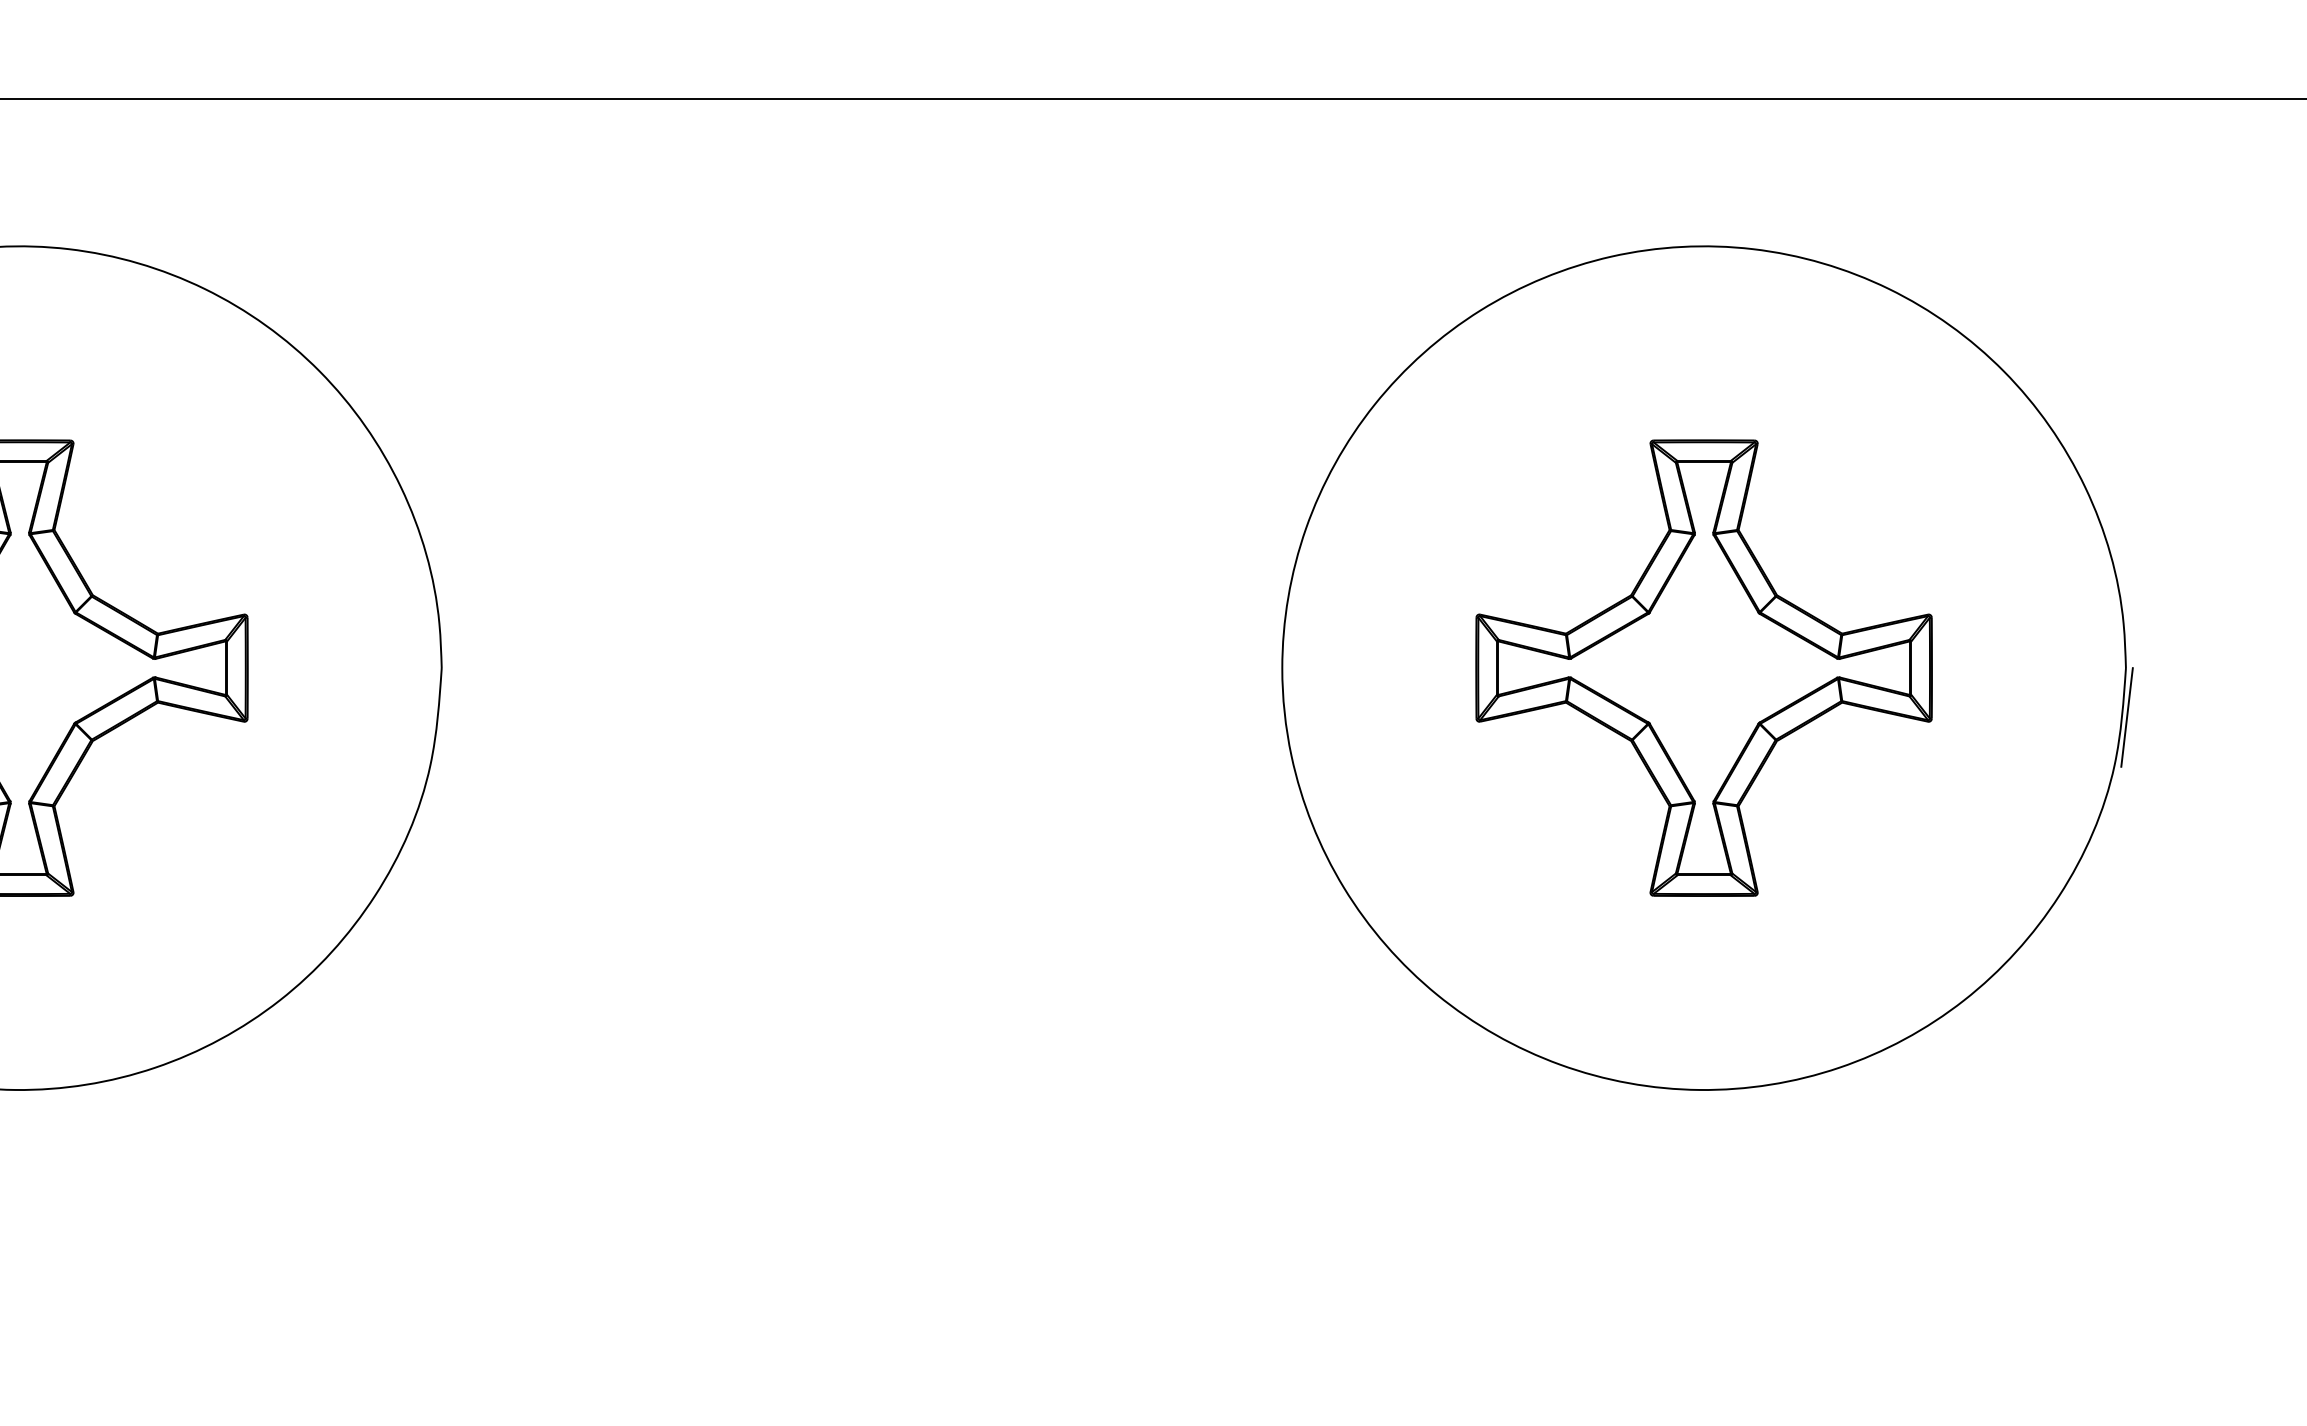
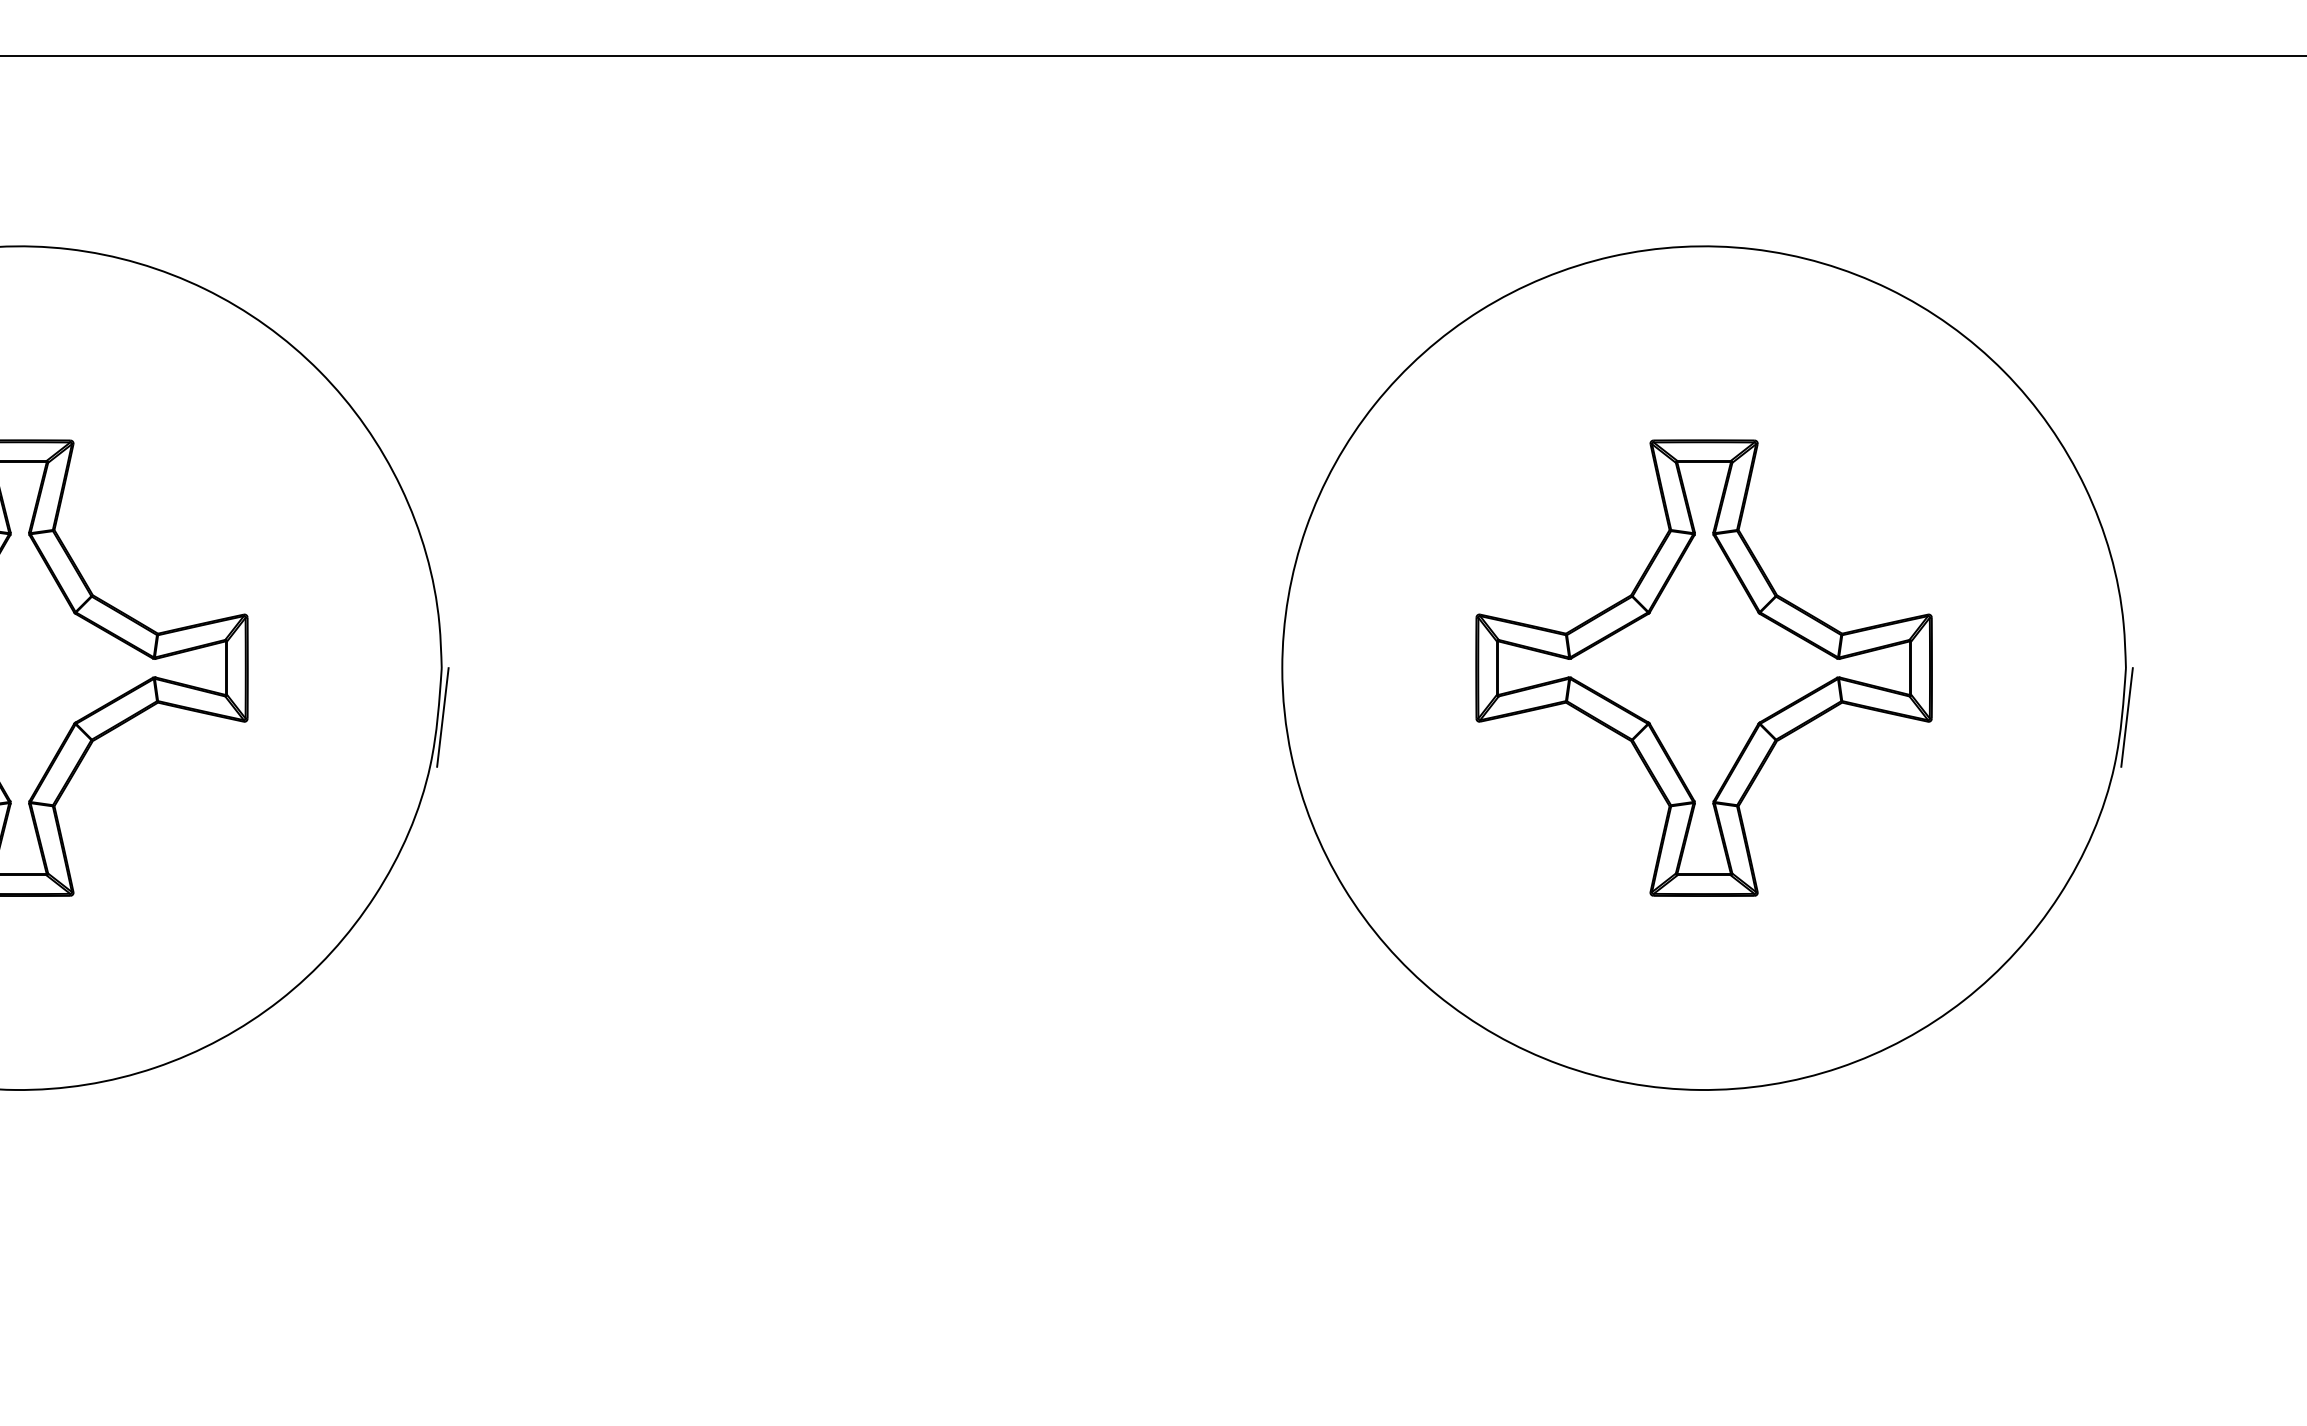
line at (1152, 98) position: (1152, 98) -> (1152, 55)
line at (442, 717): none -> present
